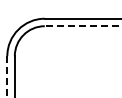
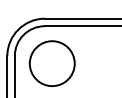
line at (82, 26): dashed -> solid
circle at (51, 63): none -> present
line at (7, 77): dashed -> solid
